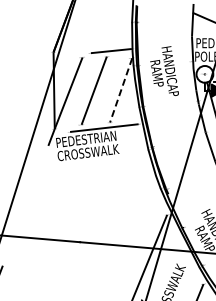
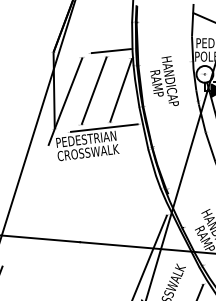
text at (164, 70) position: (164, 70) -> (164, 80)
line at (121, 90): dashed -> solid
